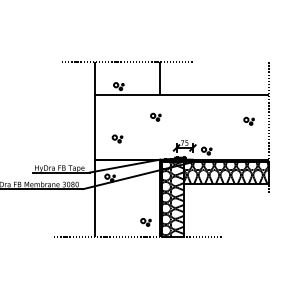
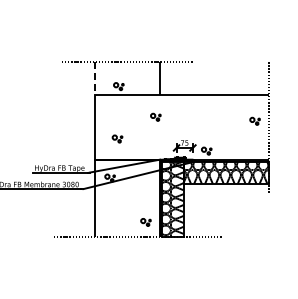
line at (94, 79): solid -> dashed
part at (248, 120) position: (248, 120) -> (254, 120)
